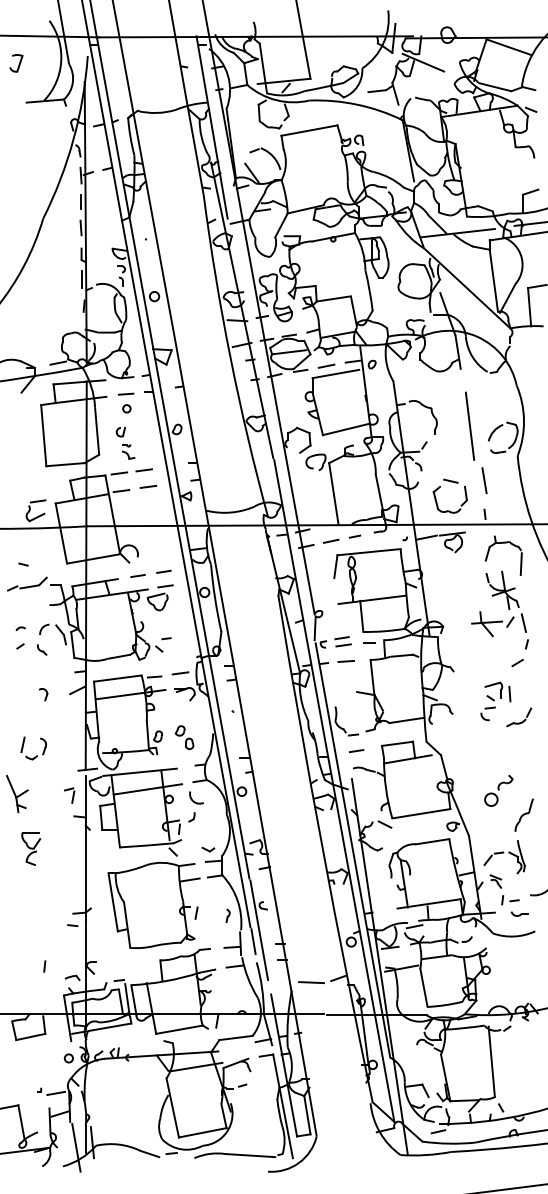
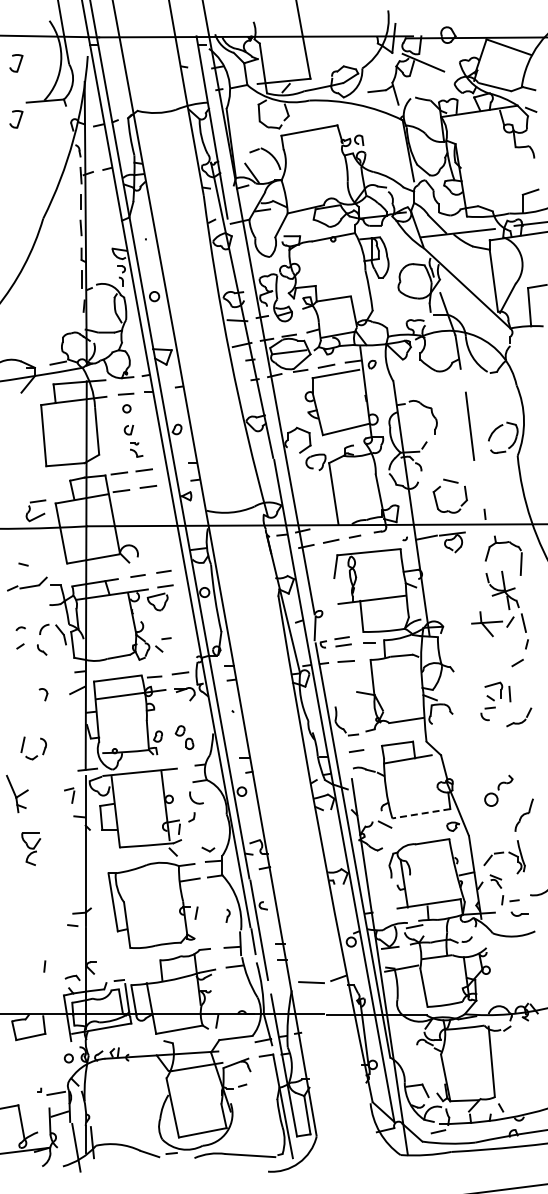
part at (16, 119): none -> present
part at (125, 442) position: (125, 442) -> (133, 440)
line at (484, 480): present -> none
line at (147, 789): present -> none
line at (420, 813): solid -> dashed
